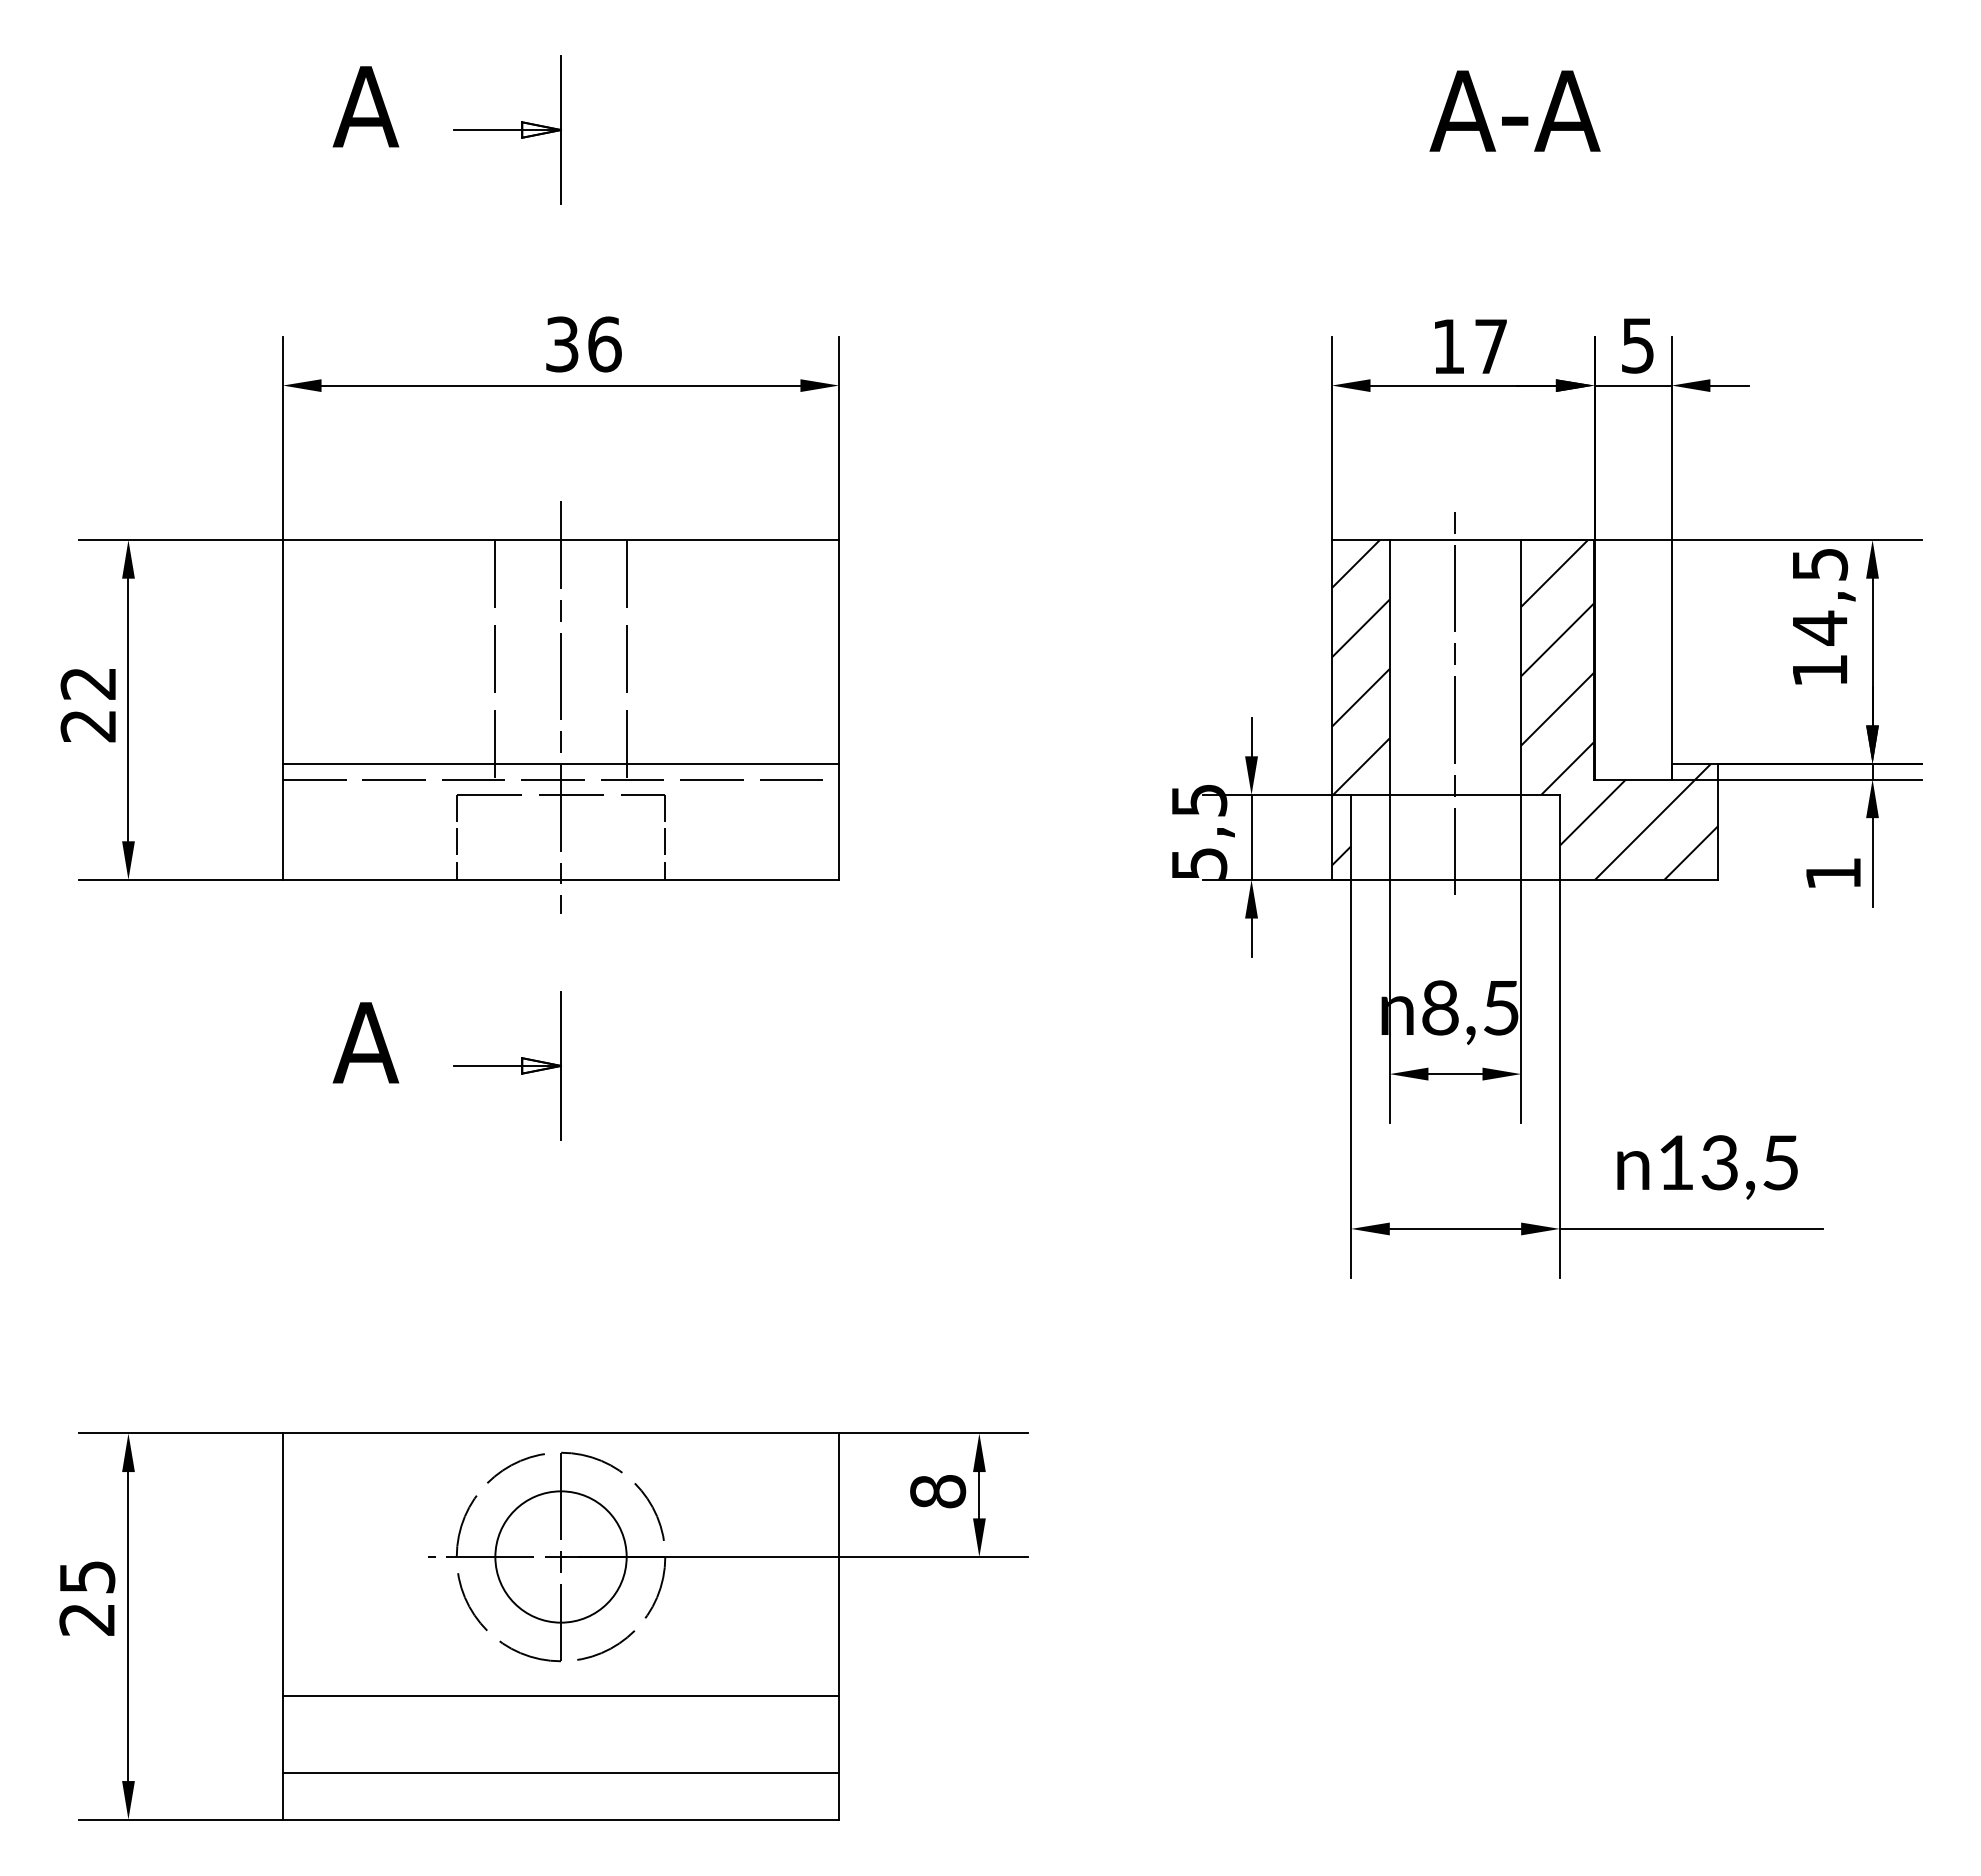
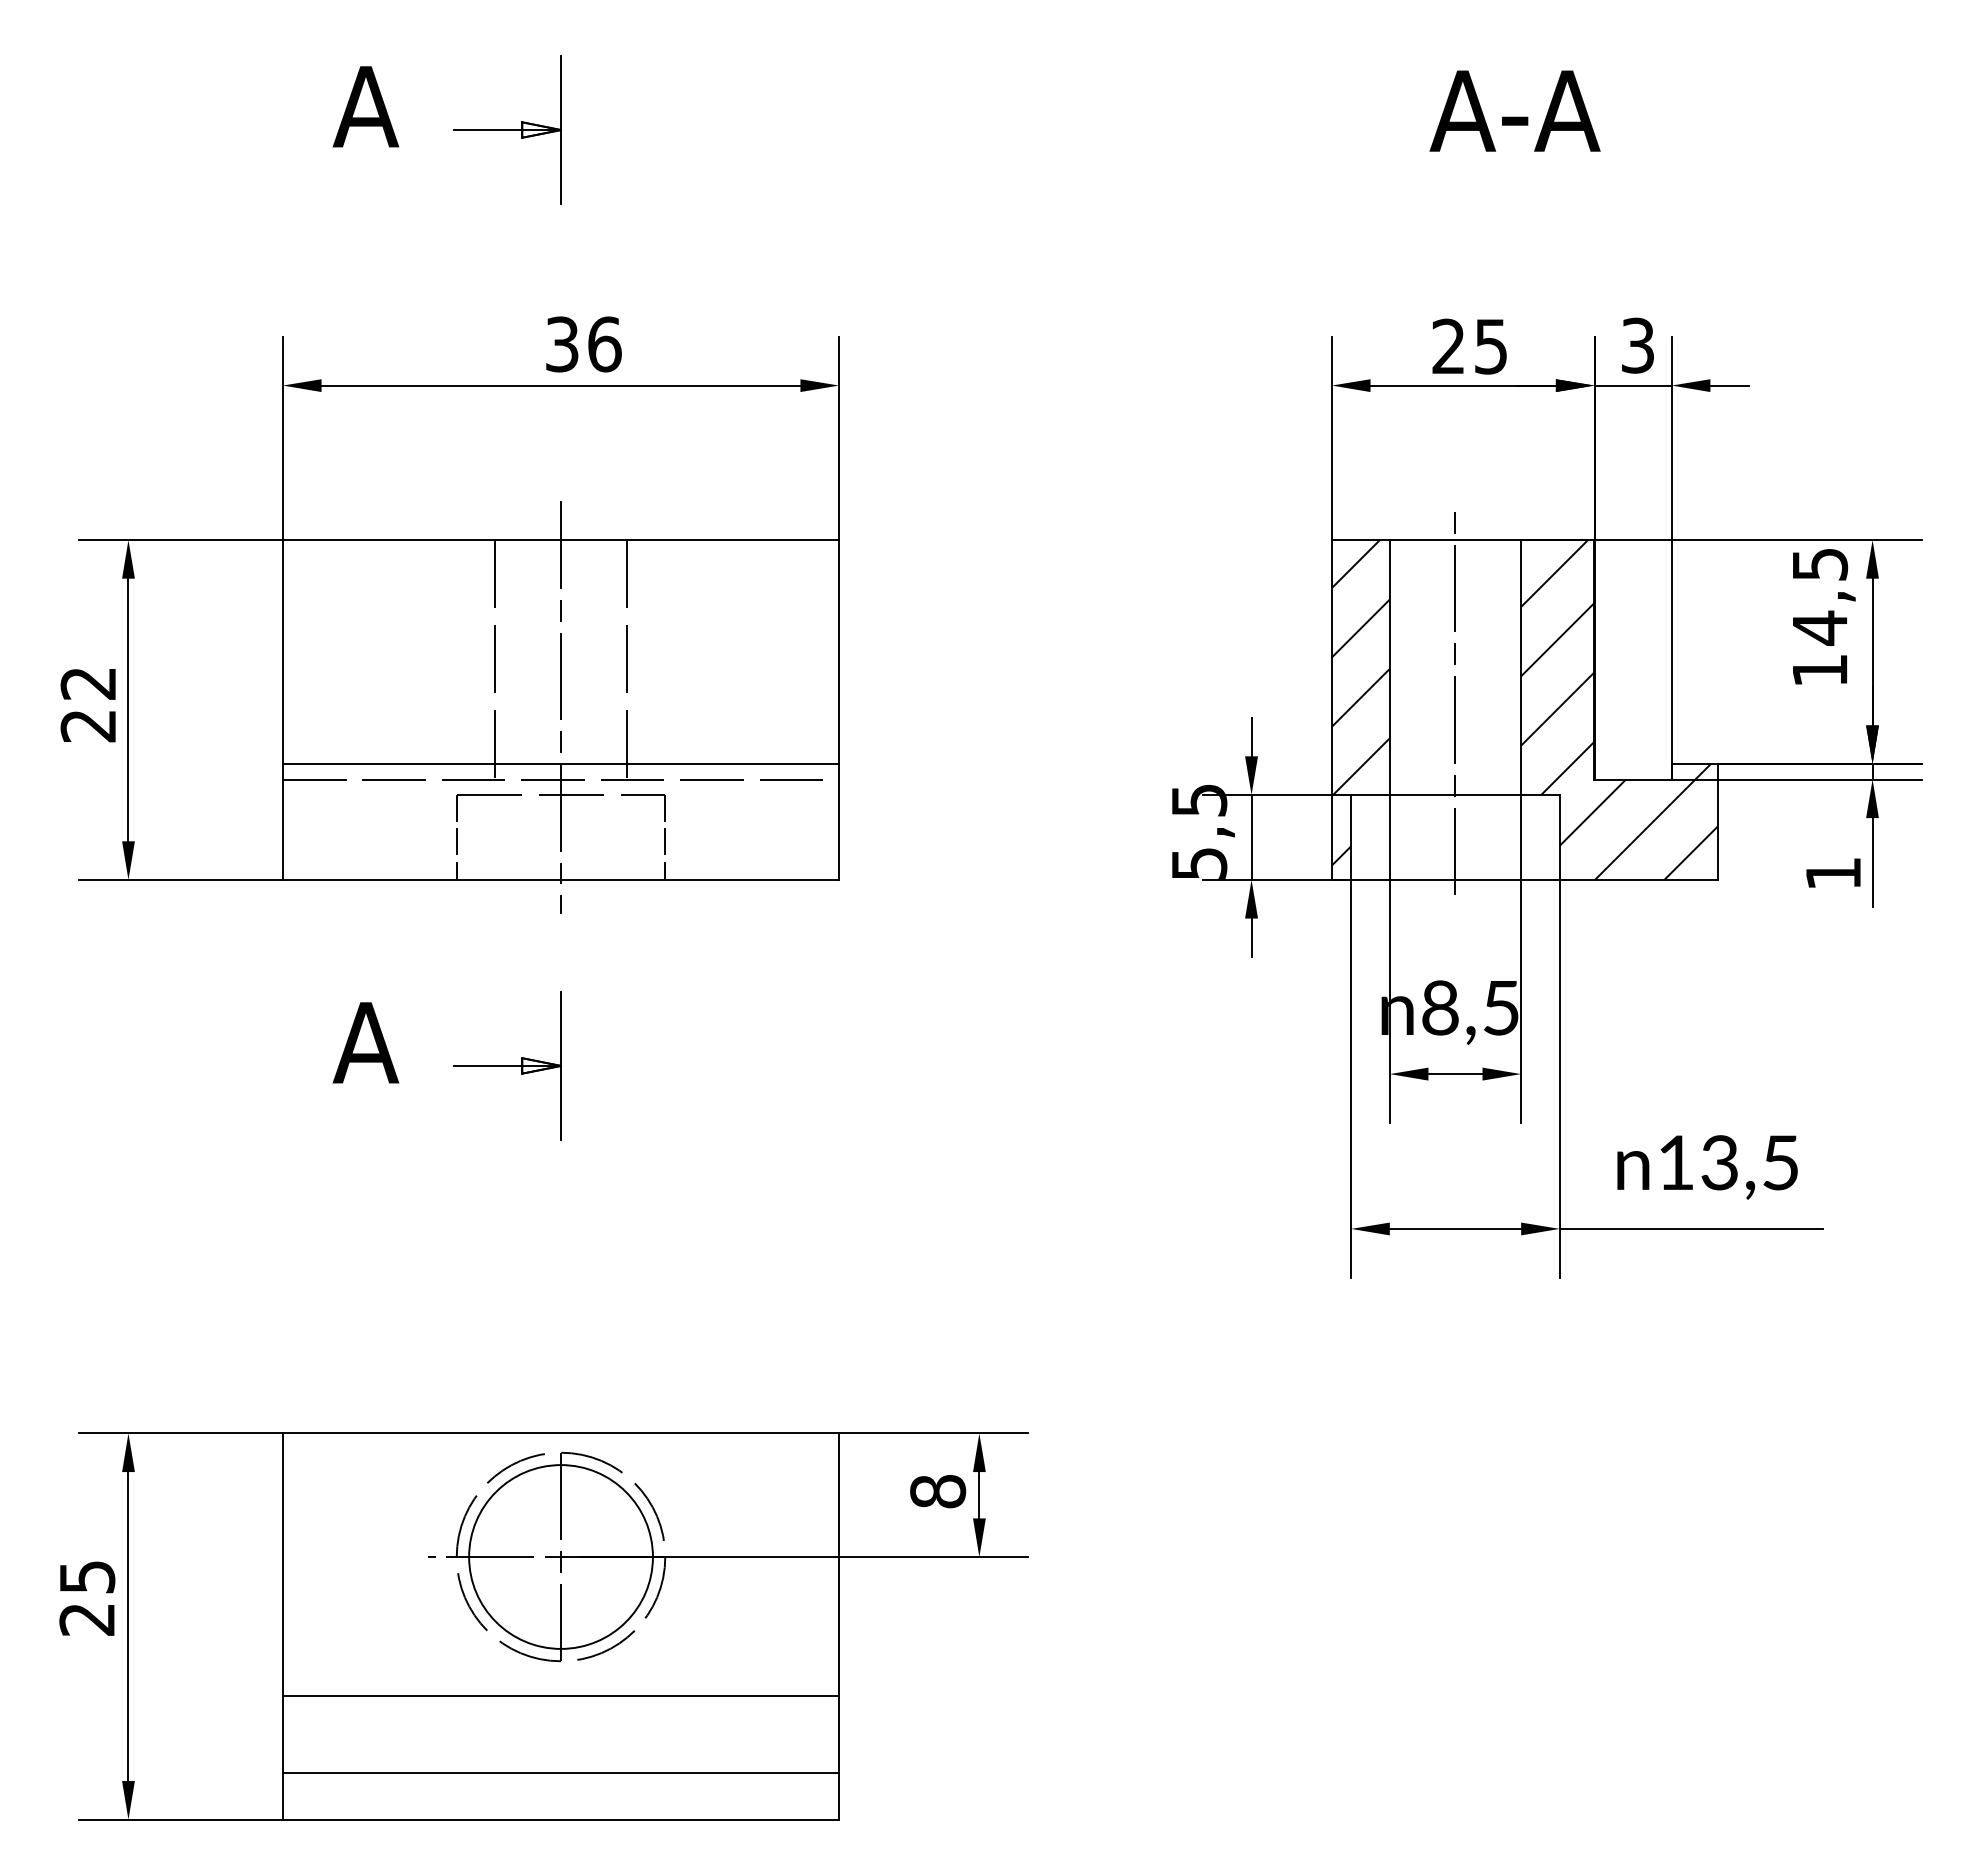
text at (1637, 345): 5 -> 3
text at (1469, 346): 17 -> 25
circle at (560, 1556) diameter: 131 px -> 184 px
